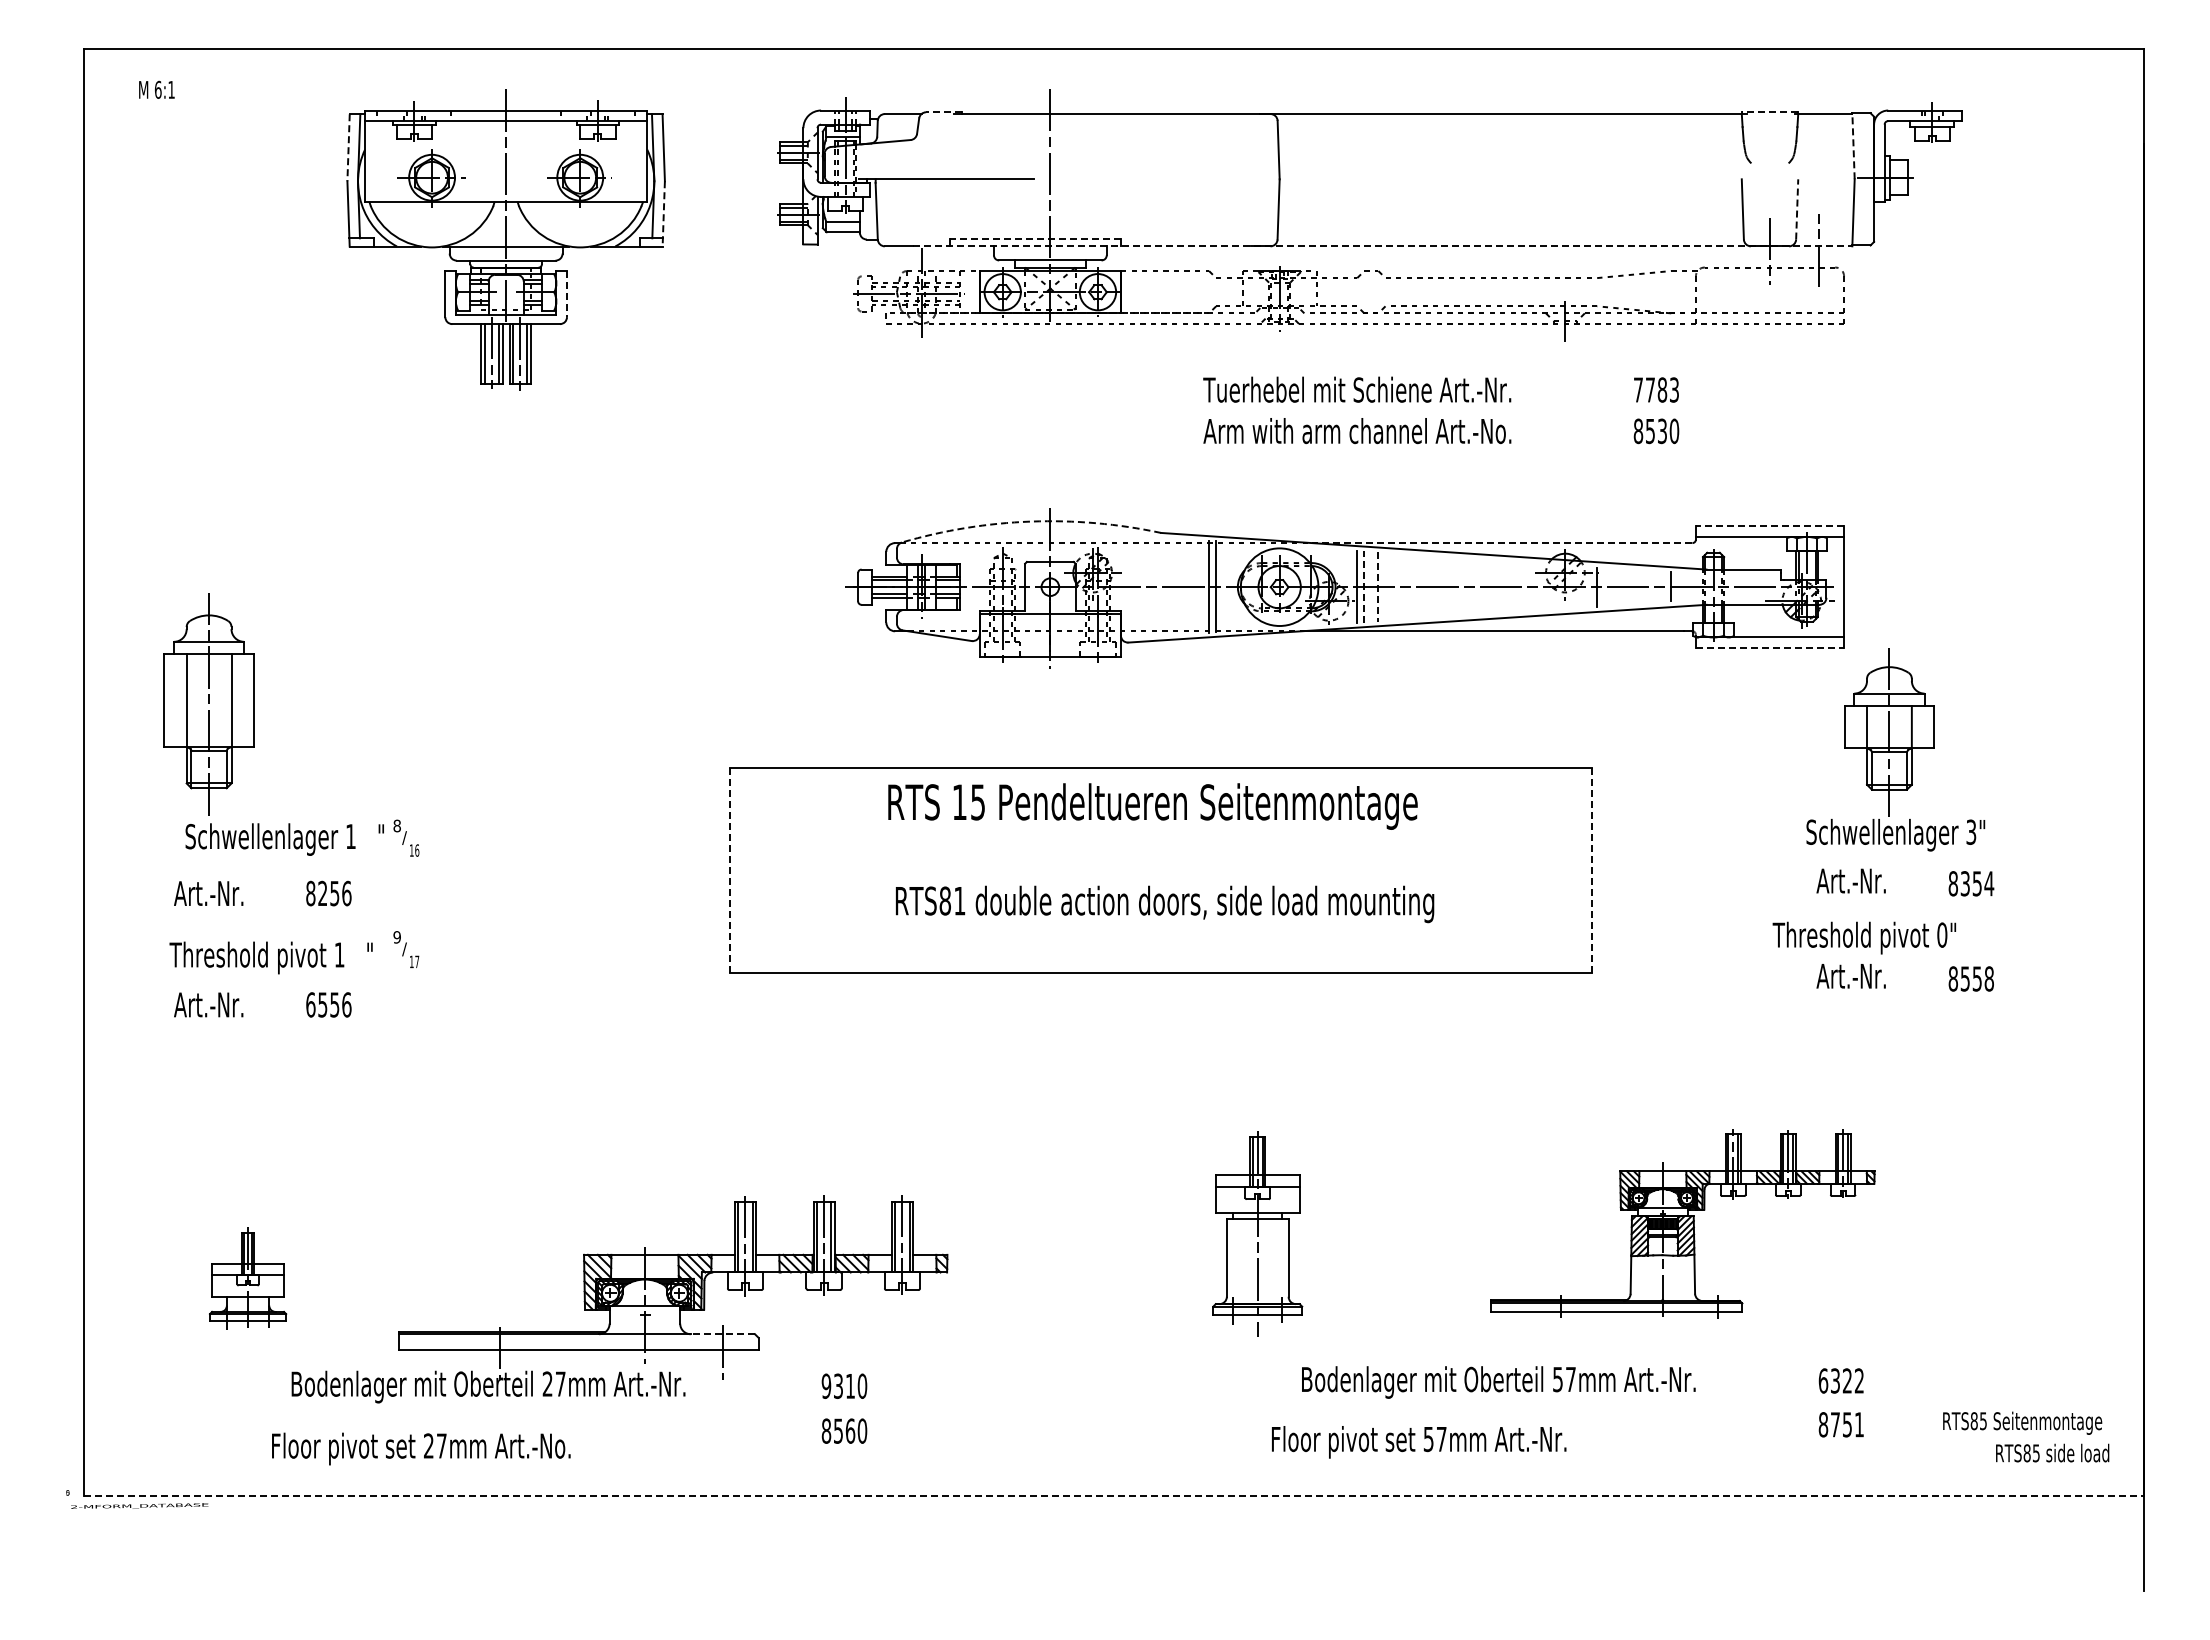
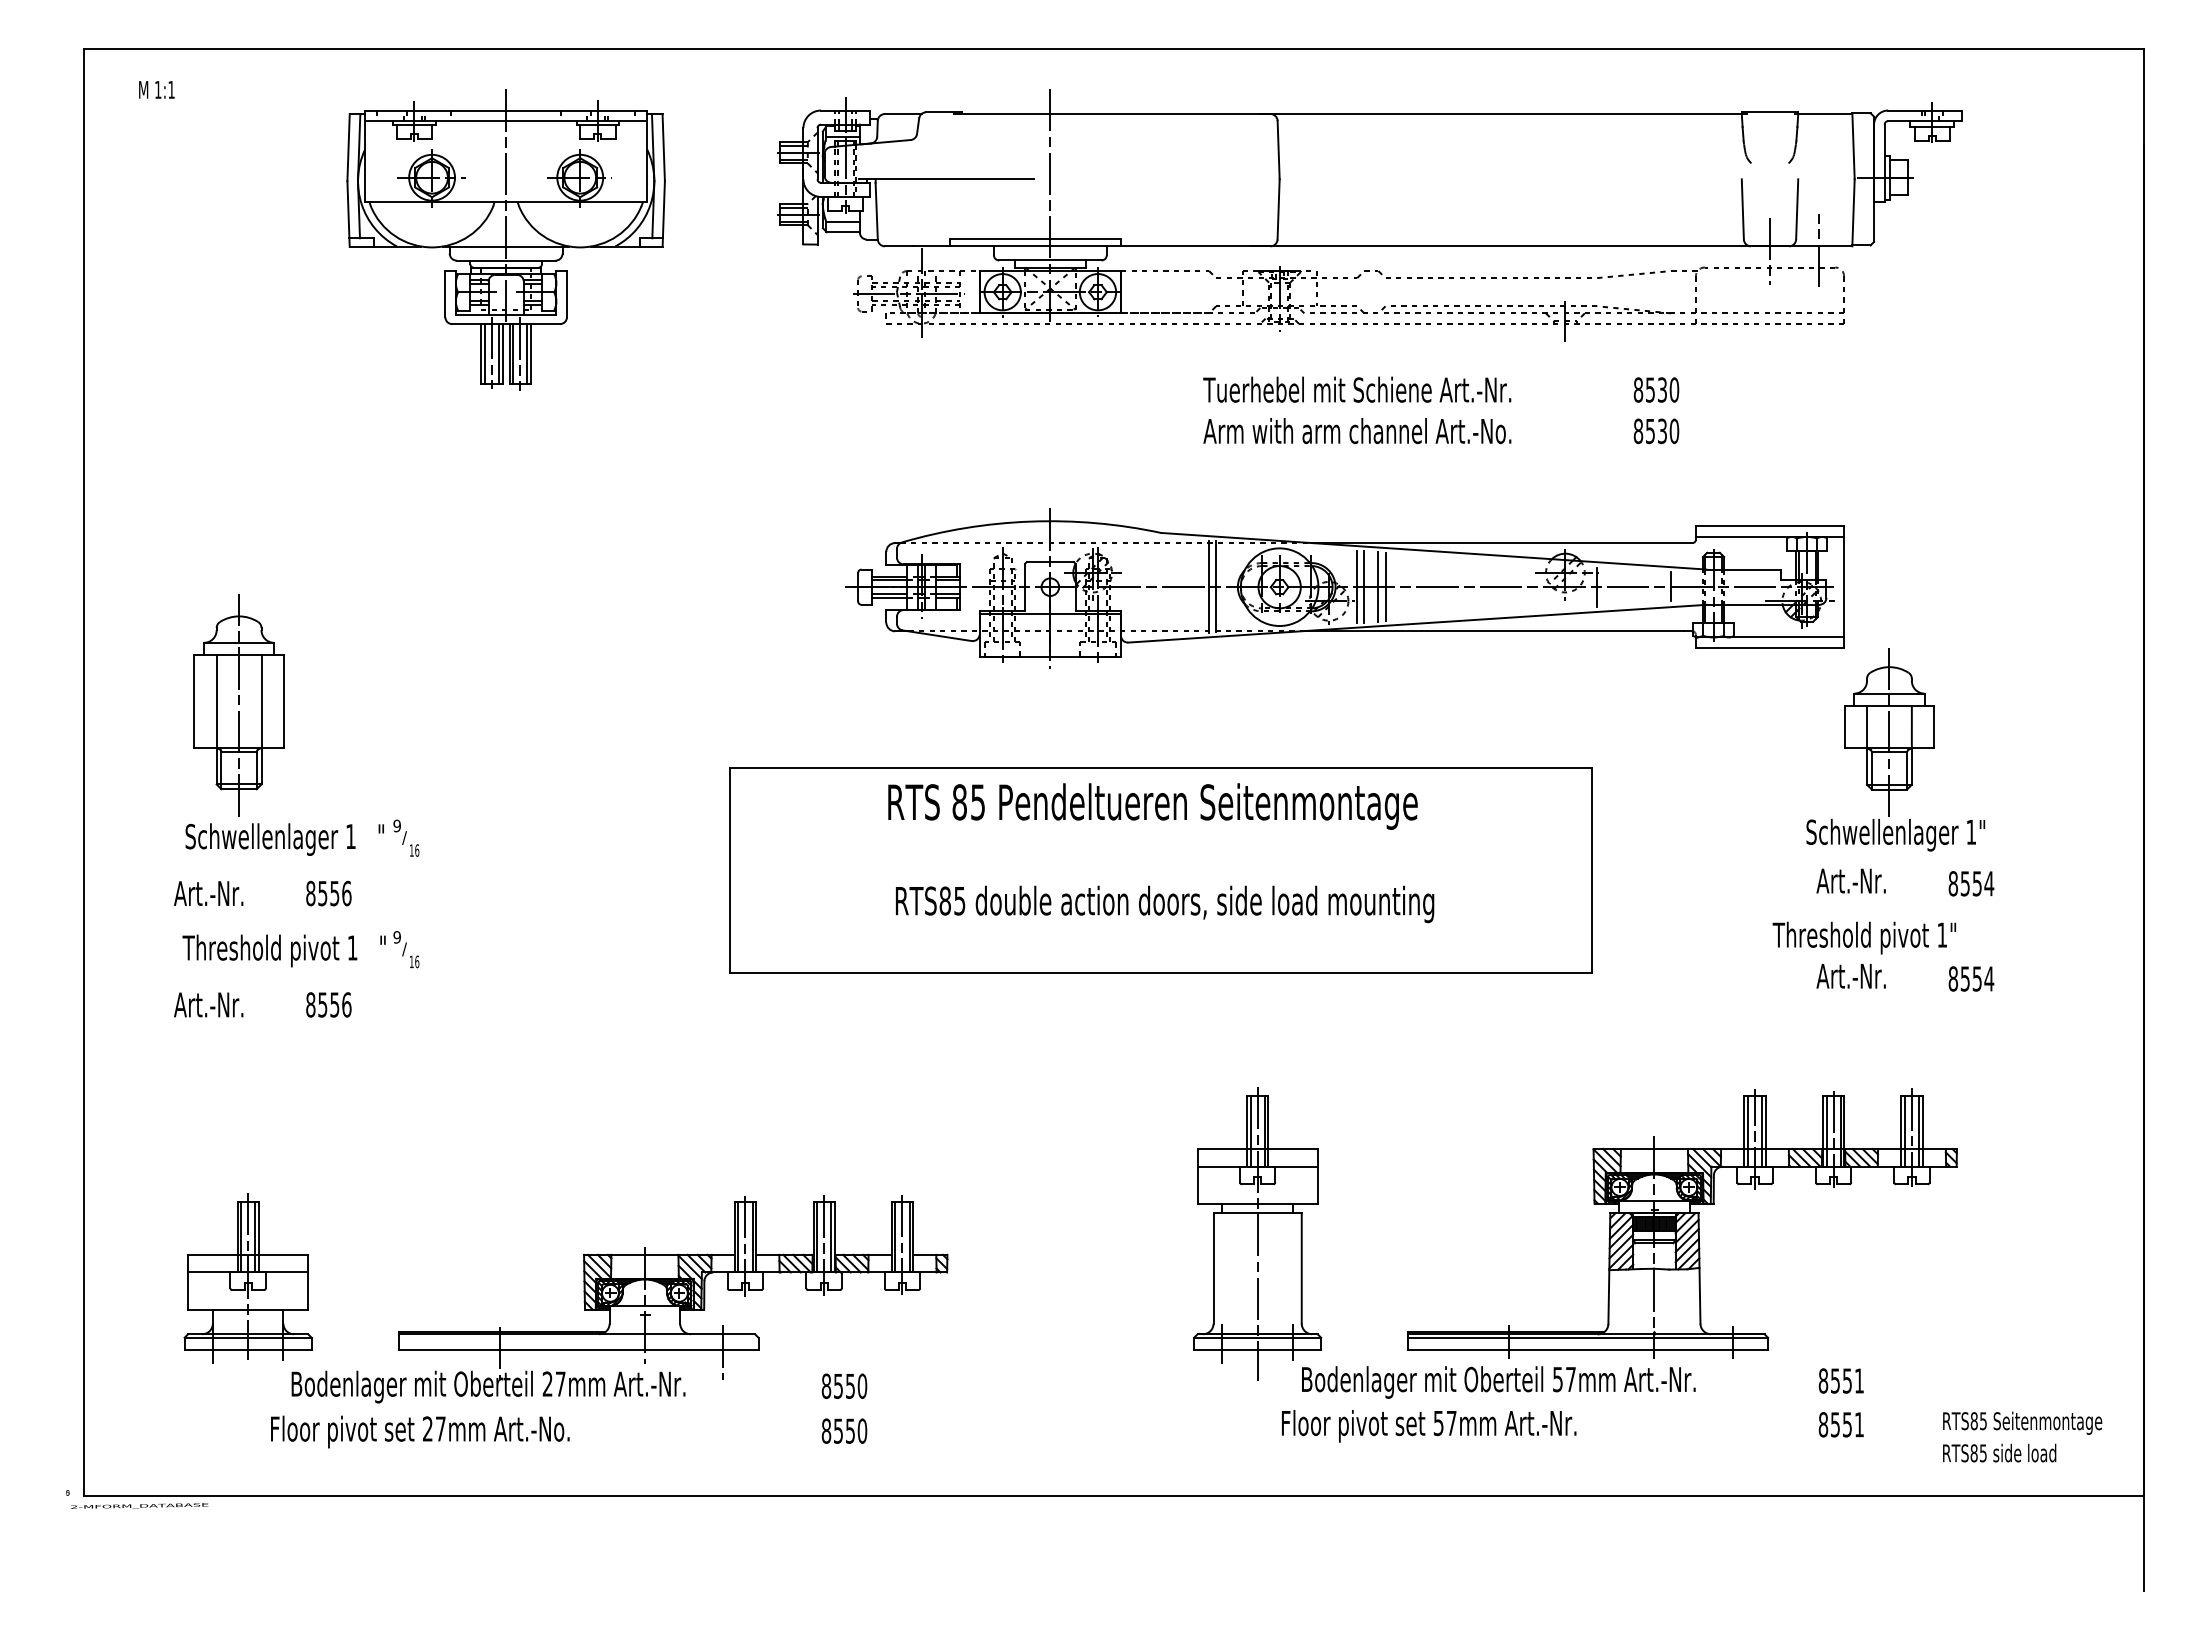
text at (157, 89): 6:1 -> 1:1
line at (943, 112): dashed -> solid
line at (1769, 112): dashed -> solid
line at (1853, 146): dashed -> solid
line at (348, 147): dashed -> solid
line at (1797, 208): dashed -> solid
line at (663, 213): dashed -> solid
line at (1034, 239): dashed -> solid
line at (1382, 246): dashed -> solid
line at (567, 294): dashed -> solid
text at (1656, 389): 7783 -> 8530
arc at (1030, 521): dashed -> solid
line at (1769, 526): dashed -> solid
line at (1501, 543): dashed -> solid
line at (1364, 586): dashed -> solid
line at (1378, 586): dashed -> solid
line at (1385, 586): none -> present
line at (1770, 648): dashed -> solid
part at (208, 704) position: (208, 704) -> (238, 705)
text at (959, 802): 15 -> 85
text at (396, 825): 8 -> 9
text at (1971, 831): 3" -> 1"
line at (1592, 869): dashed -> solid
line at (729, 870): dashed -> solid
text at (1965, 883): 8354 -> 8554
text at (322, 893): 8256 -> 8556
text at (959, 901): RTS81 -> RTS85
text at (1942, 934): 0" -> 1"
text at (270, 957) position: (270, 957) -> (283, 950)
text at (417, 961): 17 -> 16
text at (1989, 978): 8558 -> 8554
text at (310, 1004): 6556 -> 8556
part at (1682, 1223) size: 386x190 px -> 551x271 px
part at (1257, 1233) size: 92x206 px -> 130x294 px
part at (248, 1278) size: 79x103 px -> 130x171 px
line at (722, 1334): dashed -> solid
text at (1840, 1380): 6322 -> 8551
text at (837, 1385): 9310 -> 8550
text at (1835, 1424): 8751 -> 8551
text at (850, 1430): 8560 -> 8550
text at (1419, 1442) position: (1419, 1442) -> (1429, 1426)
text at (421, 1448) position: (421, 1448) -> (420, 1431)
text at (2052, 1452) position: (2052, 1452) -> (1999, 1452)
line at (1114, 1495): dashed -> solid
